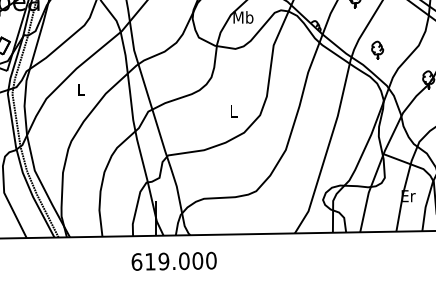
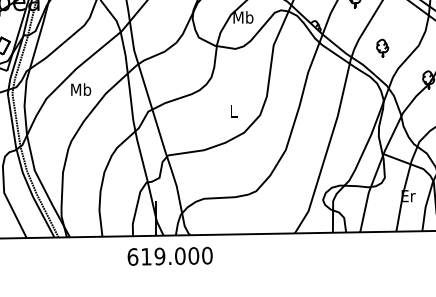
part at (377, 49) position: (377, 49) -> (382, 47)
text at (81, 89): L -> Mb
text at (173, 260) position: (173, 260) -> (169, 255)
